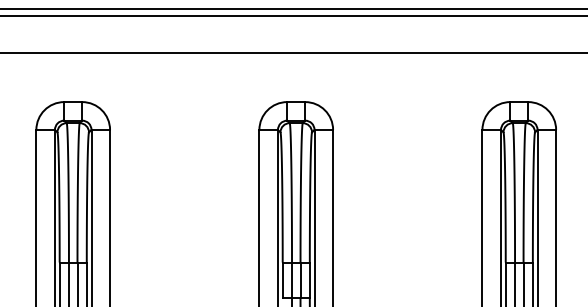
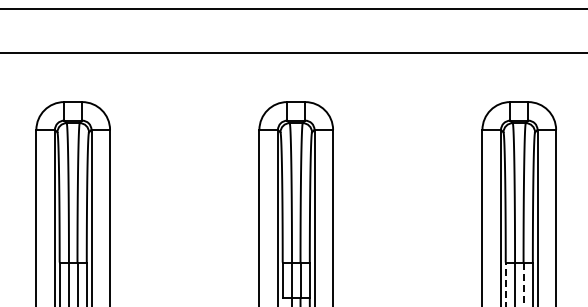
line at (293, 16): present -> none
line at (505, 284): solid -> dashed
line at (523, 284): solid -> dashed
